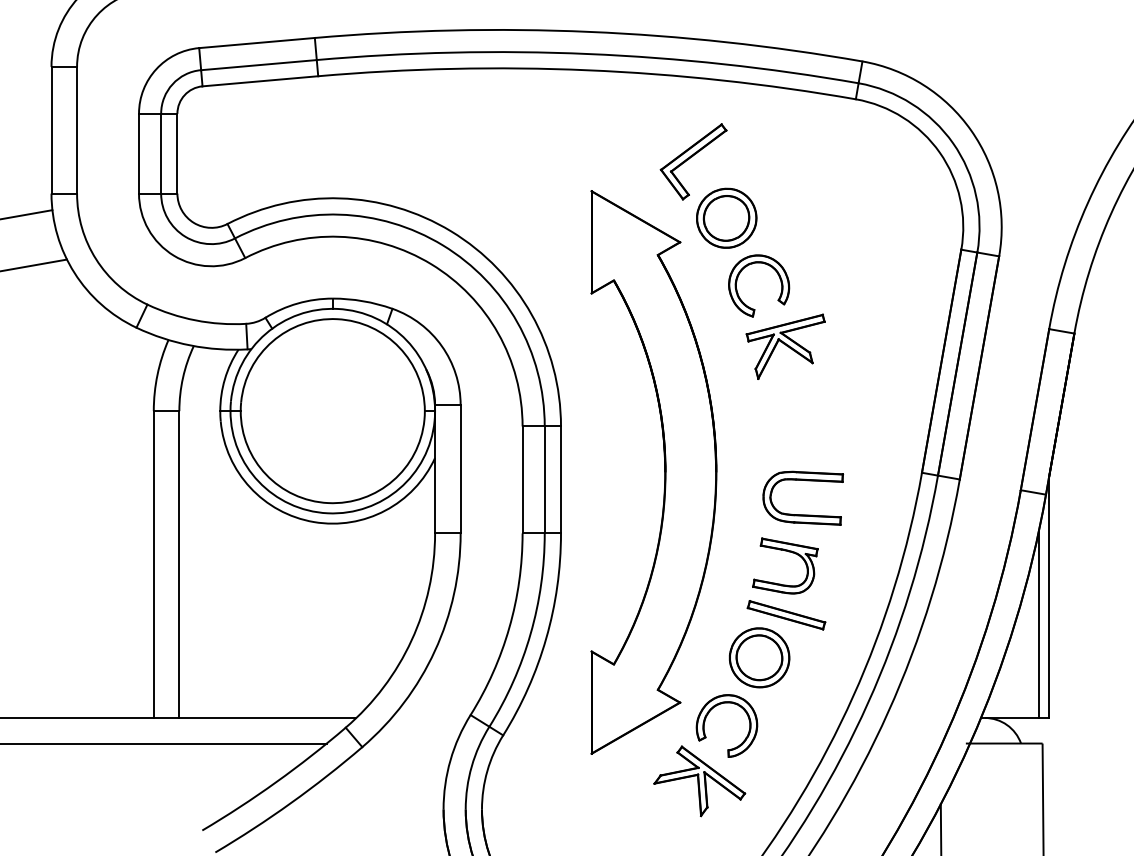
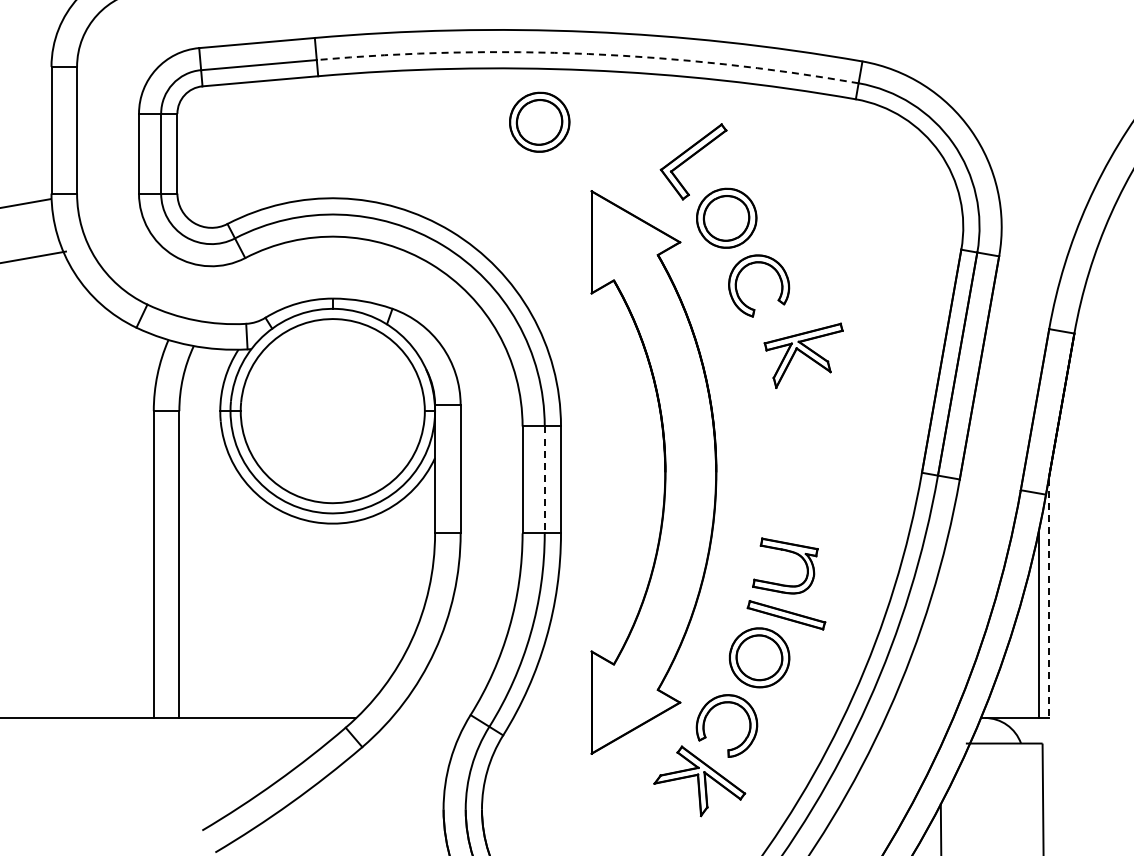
arc at (588, 54): solid -> dashed
part at (539, 121): none -> present
line at (27, 214) position: (27, 214) -> (26, 203)
line at (34, 264) position: (34, 264) -> (34, 256)
part at (785, 346) position: (785, 346) -> (803, 355)
line at (544, 480): solid -> dashed
part at (806, 481): present -> none
line at (1048, 598): solid -> dashed
line at (164, 743): present -> none
